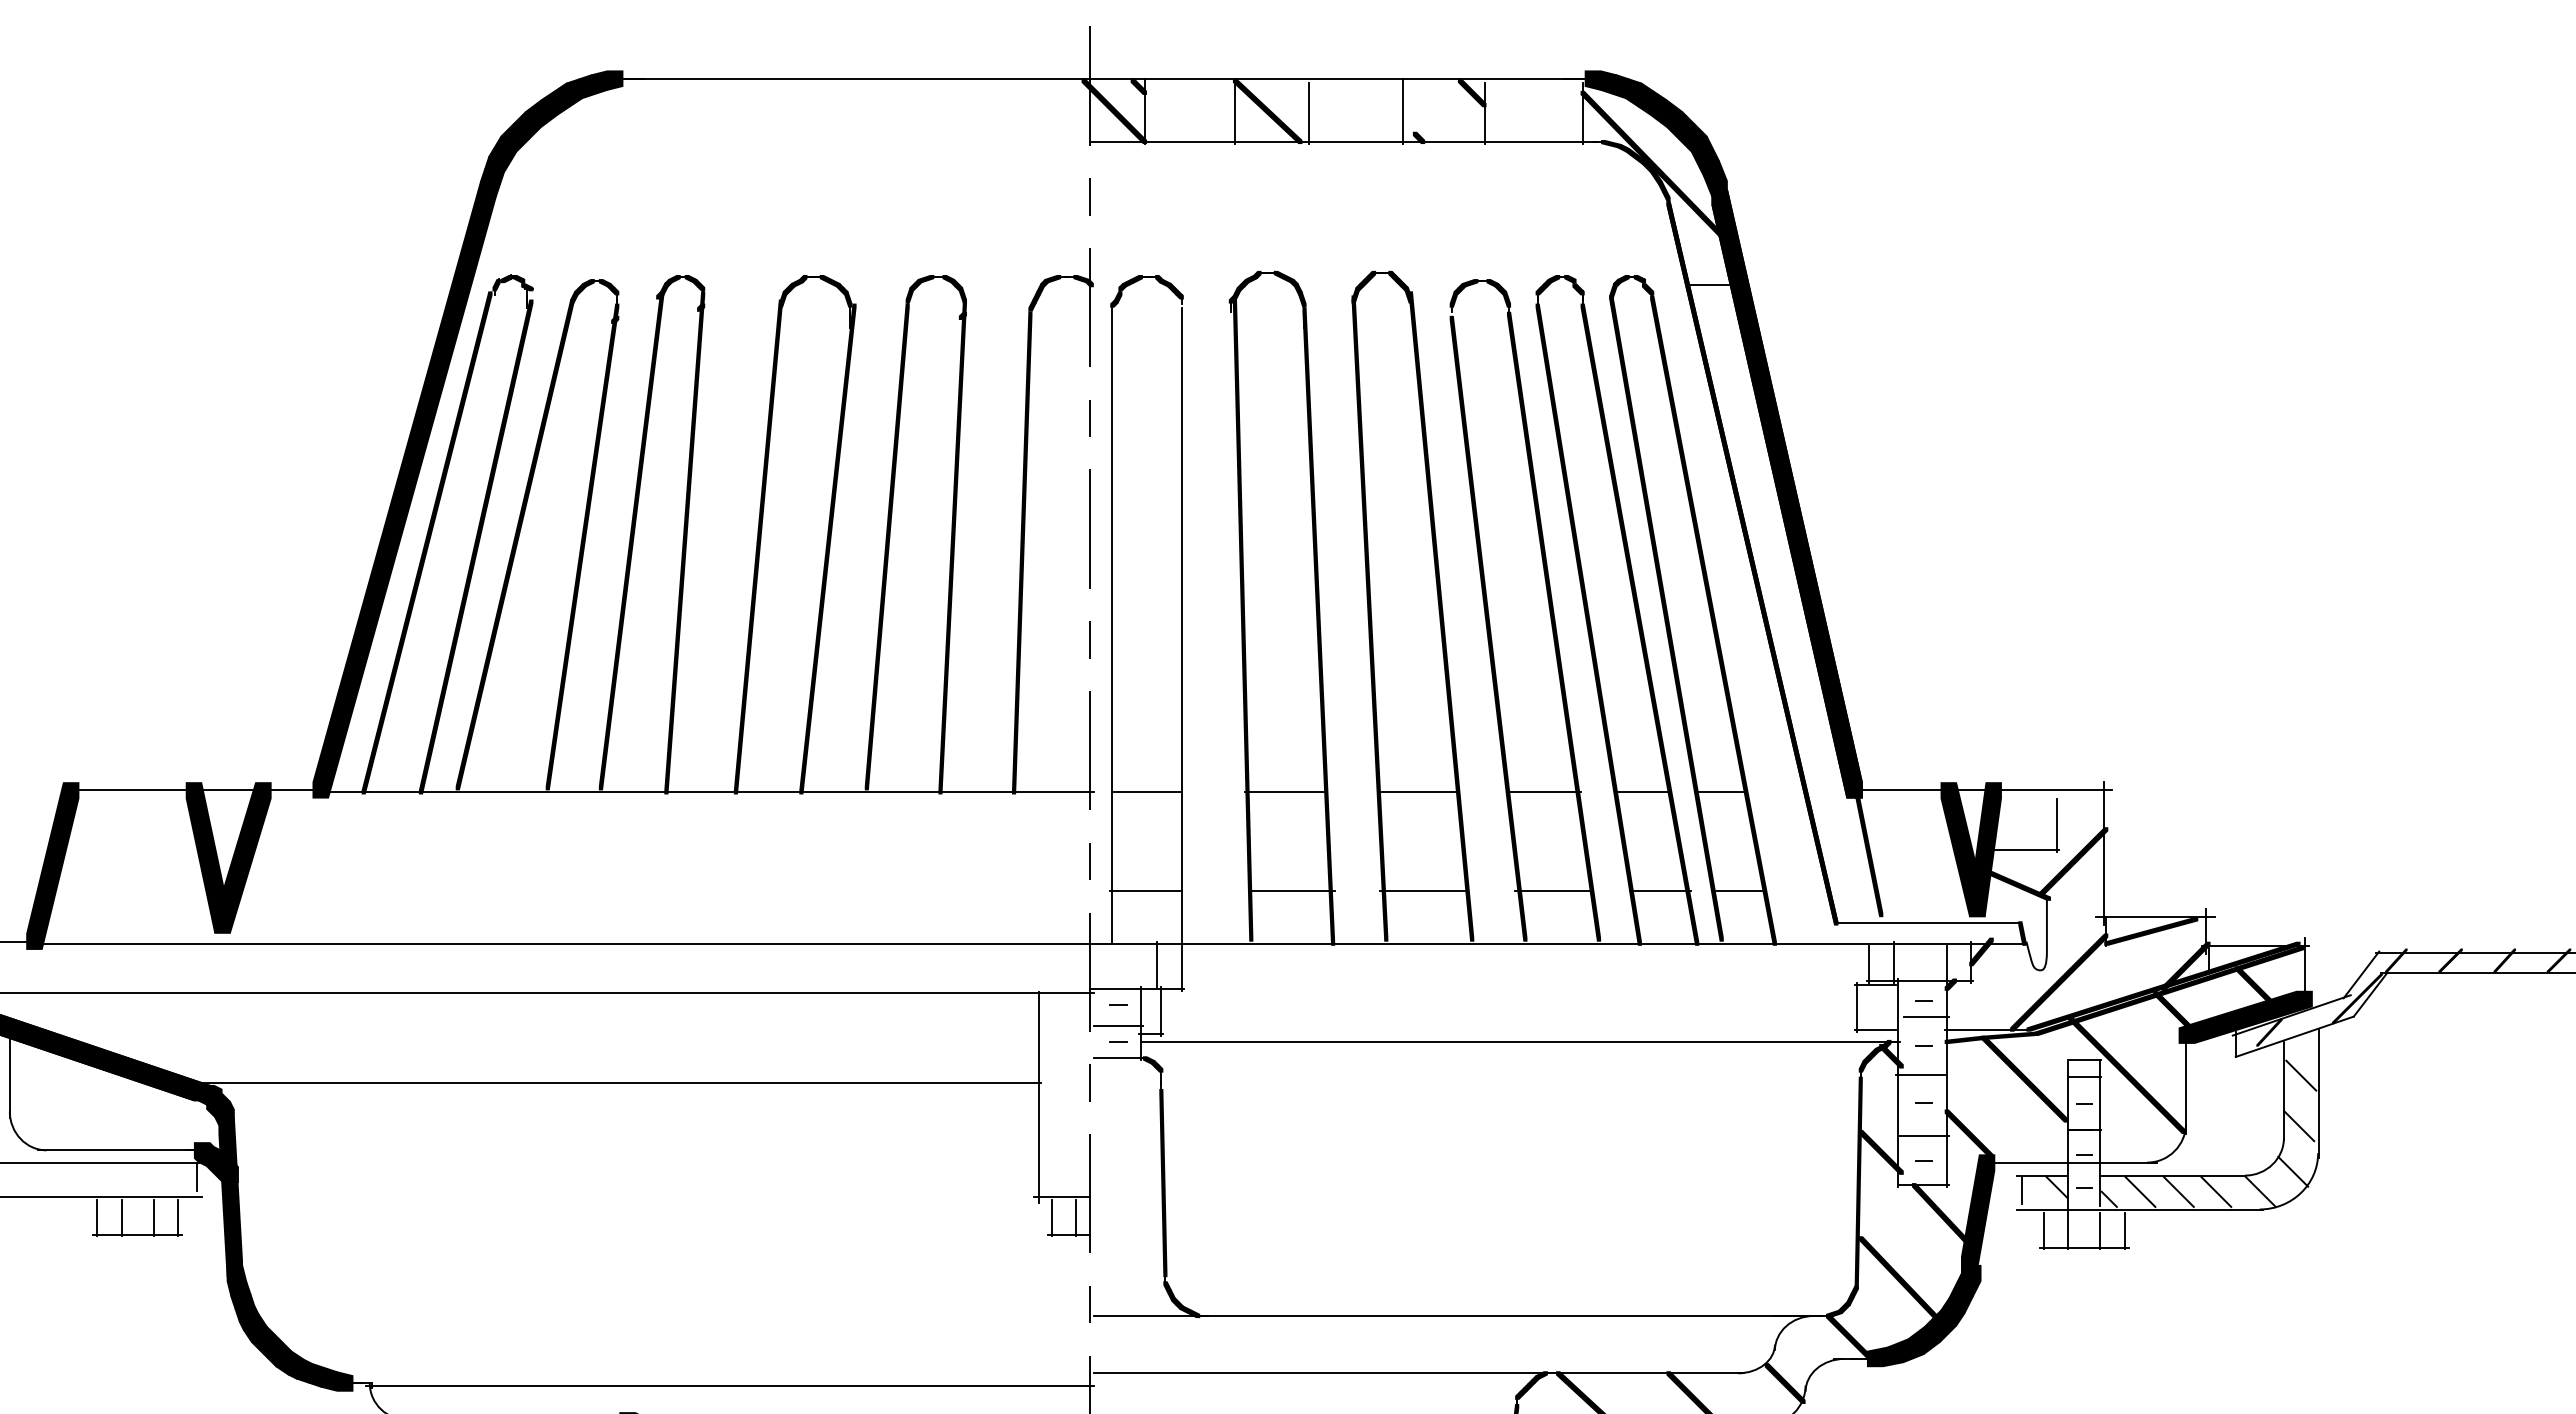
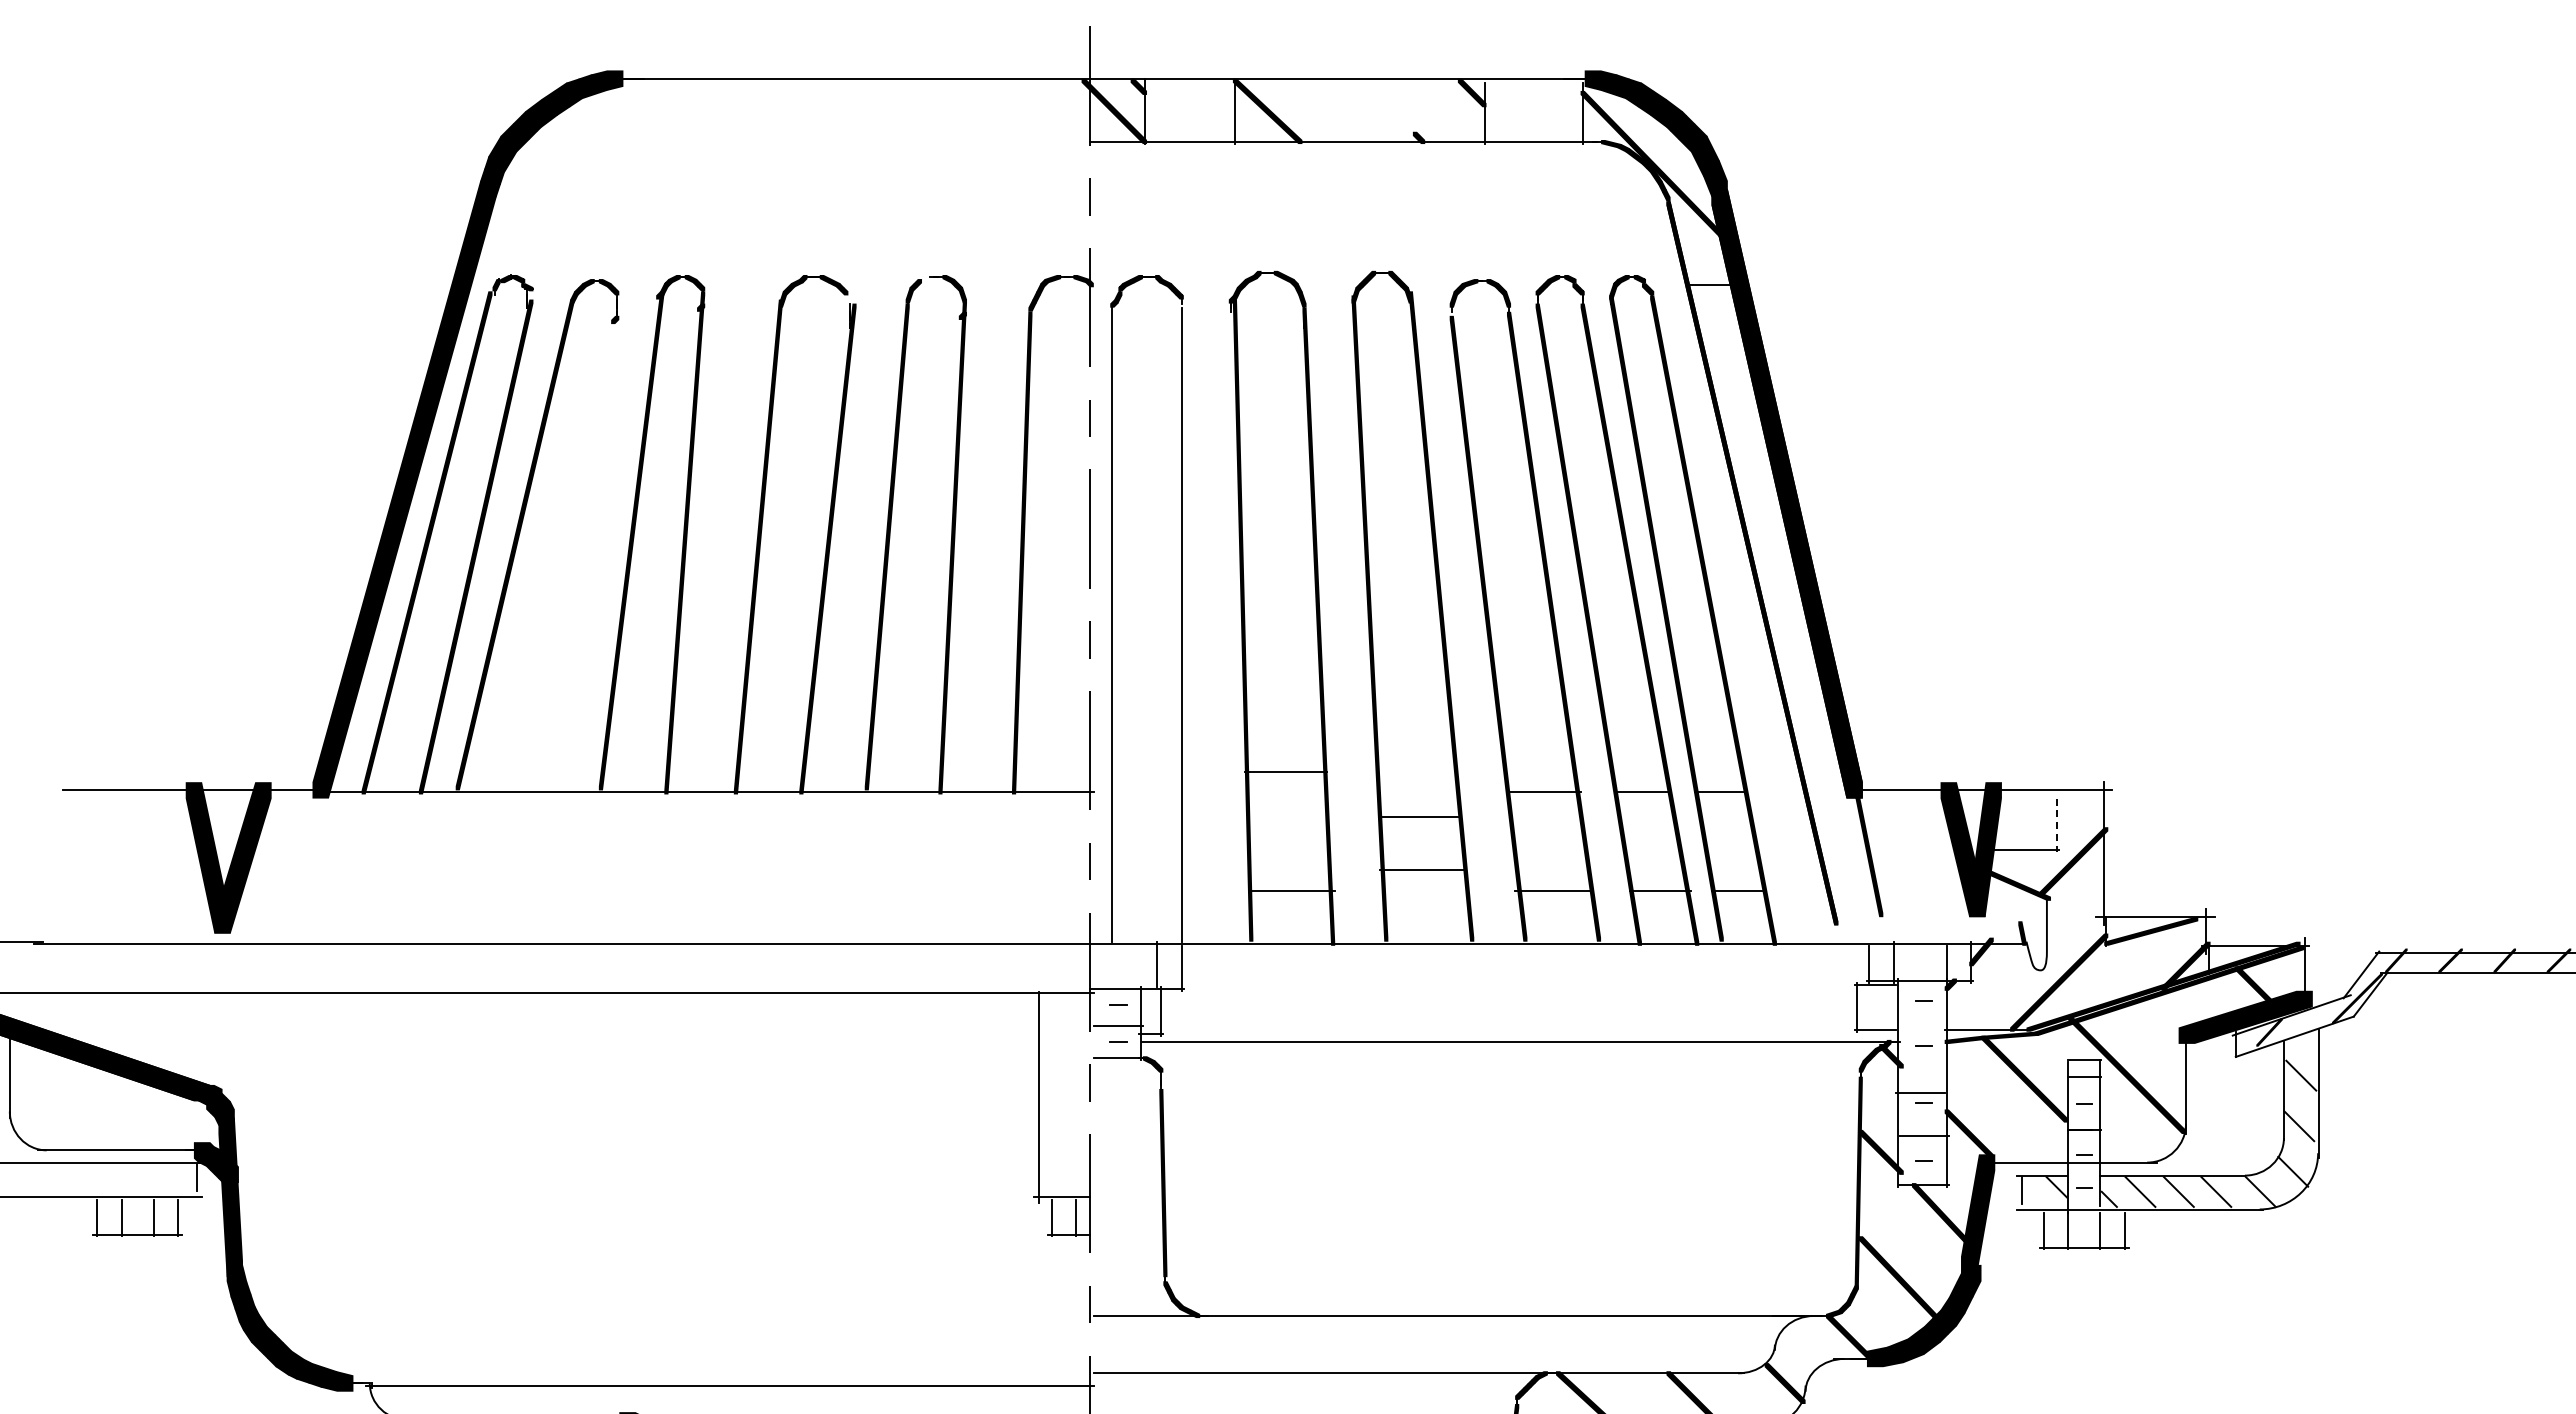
line at (1402, 111): present -> none
line at (1308, 113): present -> none
fill at (925, 278): present -> none
fill at (848, 299): present -> none
fill at (582, 546): present -> none
line at (1146, 792): present -> none
line at (1286, 792) position: (1286, 792) -> (1286, 772)
line at (1418, 792) position: (1418, 792) -> (1418, 817)
line at (2057, 825): solid -> dashed
fill at (52, 865): present -> none
line at (1144, 890): present -> none
line at (1423, 890) position: (1423, 890) -> (1423, 869)
line at (1928, 923): present -> none
fill at (2177, 1014): present -> none
line at (1925, 1017): present -> none
line at (1919, 1074) position: (1919, 1074) -> (1919, 1092)
line at (604, 1082): present -> none
